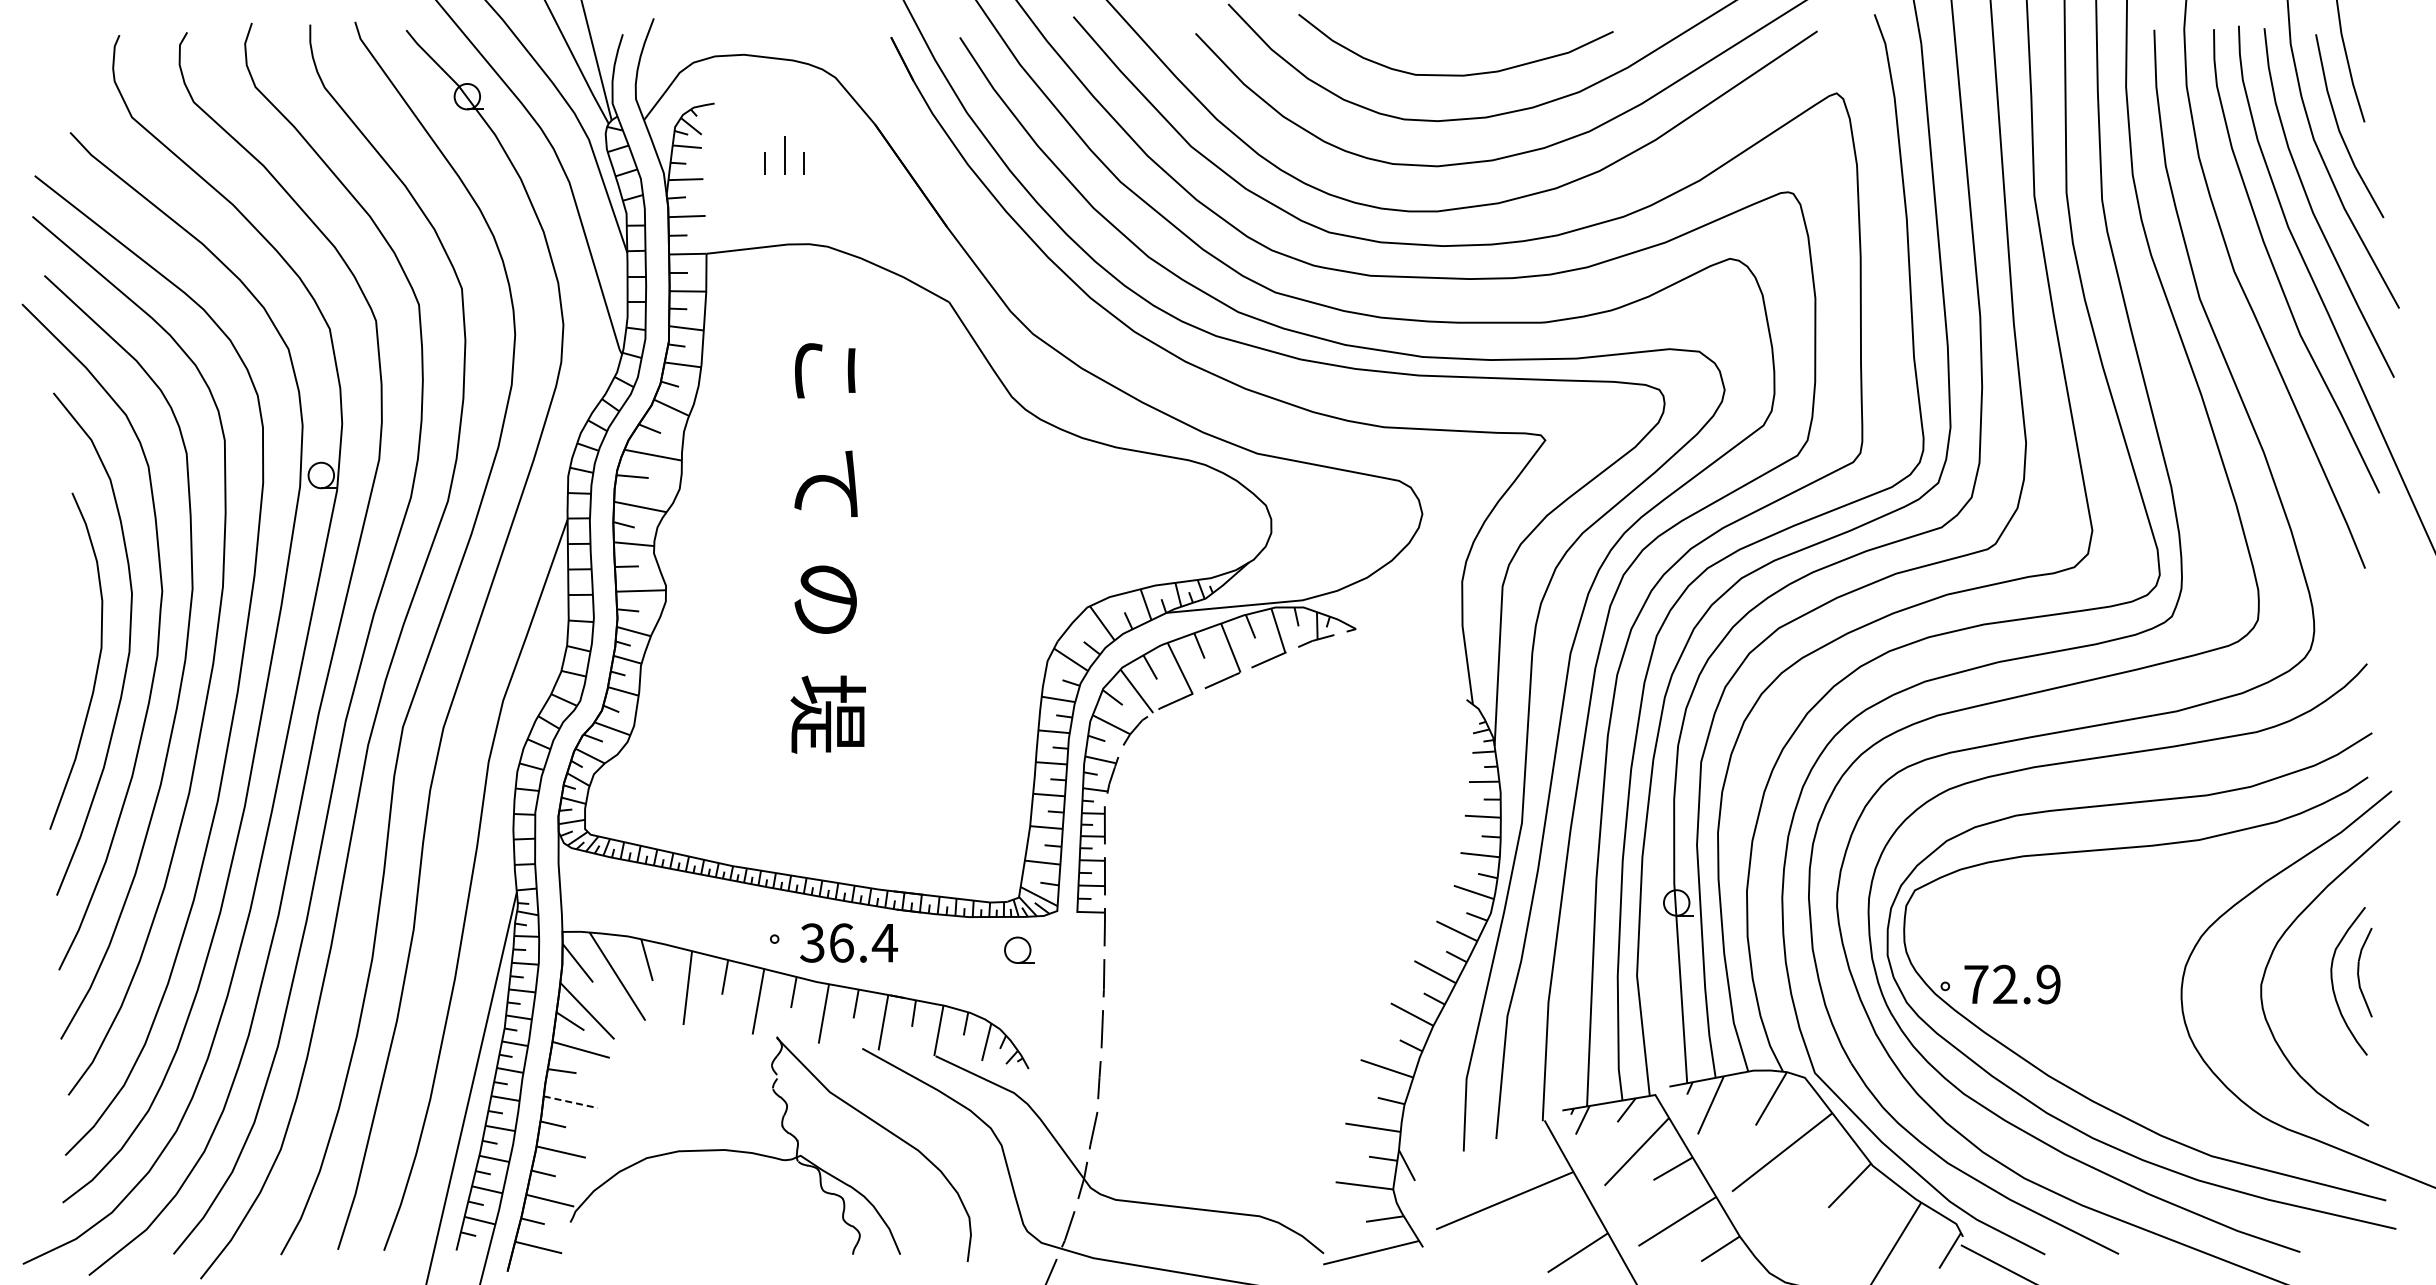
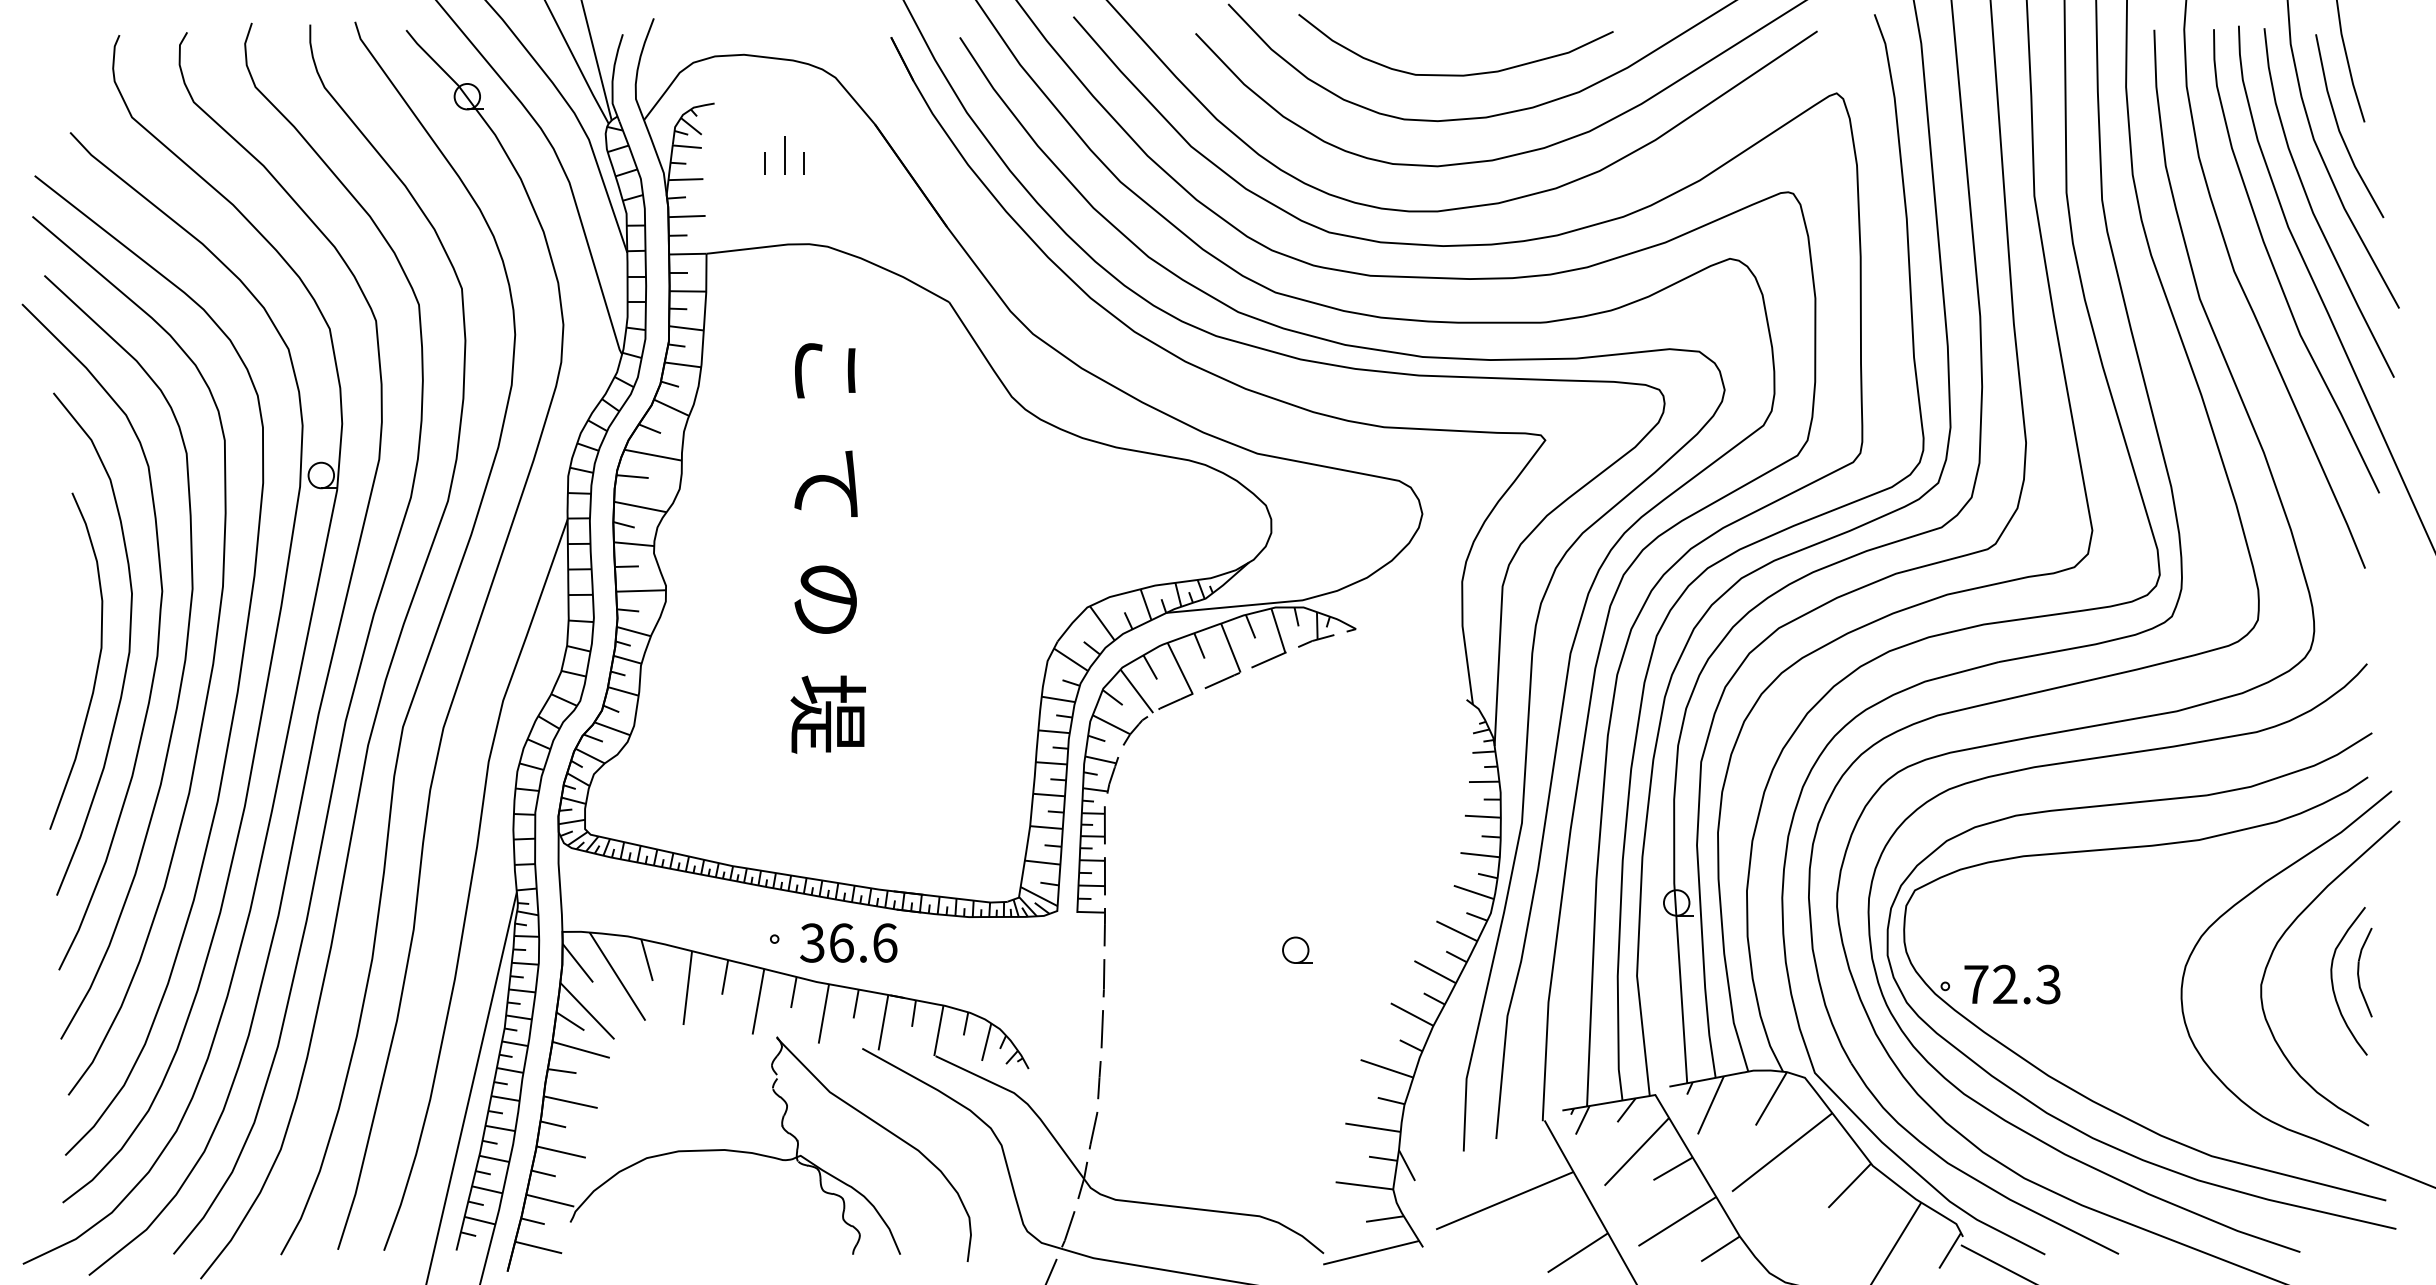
text at (884, 942): 36.4 -> 36.6
part at (1019, 949) position: (1019, 949) -> (1297, 949)
text at (2048, 984): 72.9 -> 72.3
line at (570, 1102): dashed -> solid
